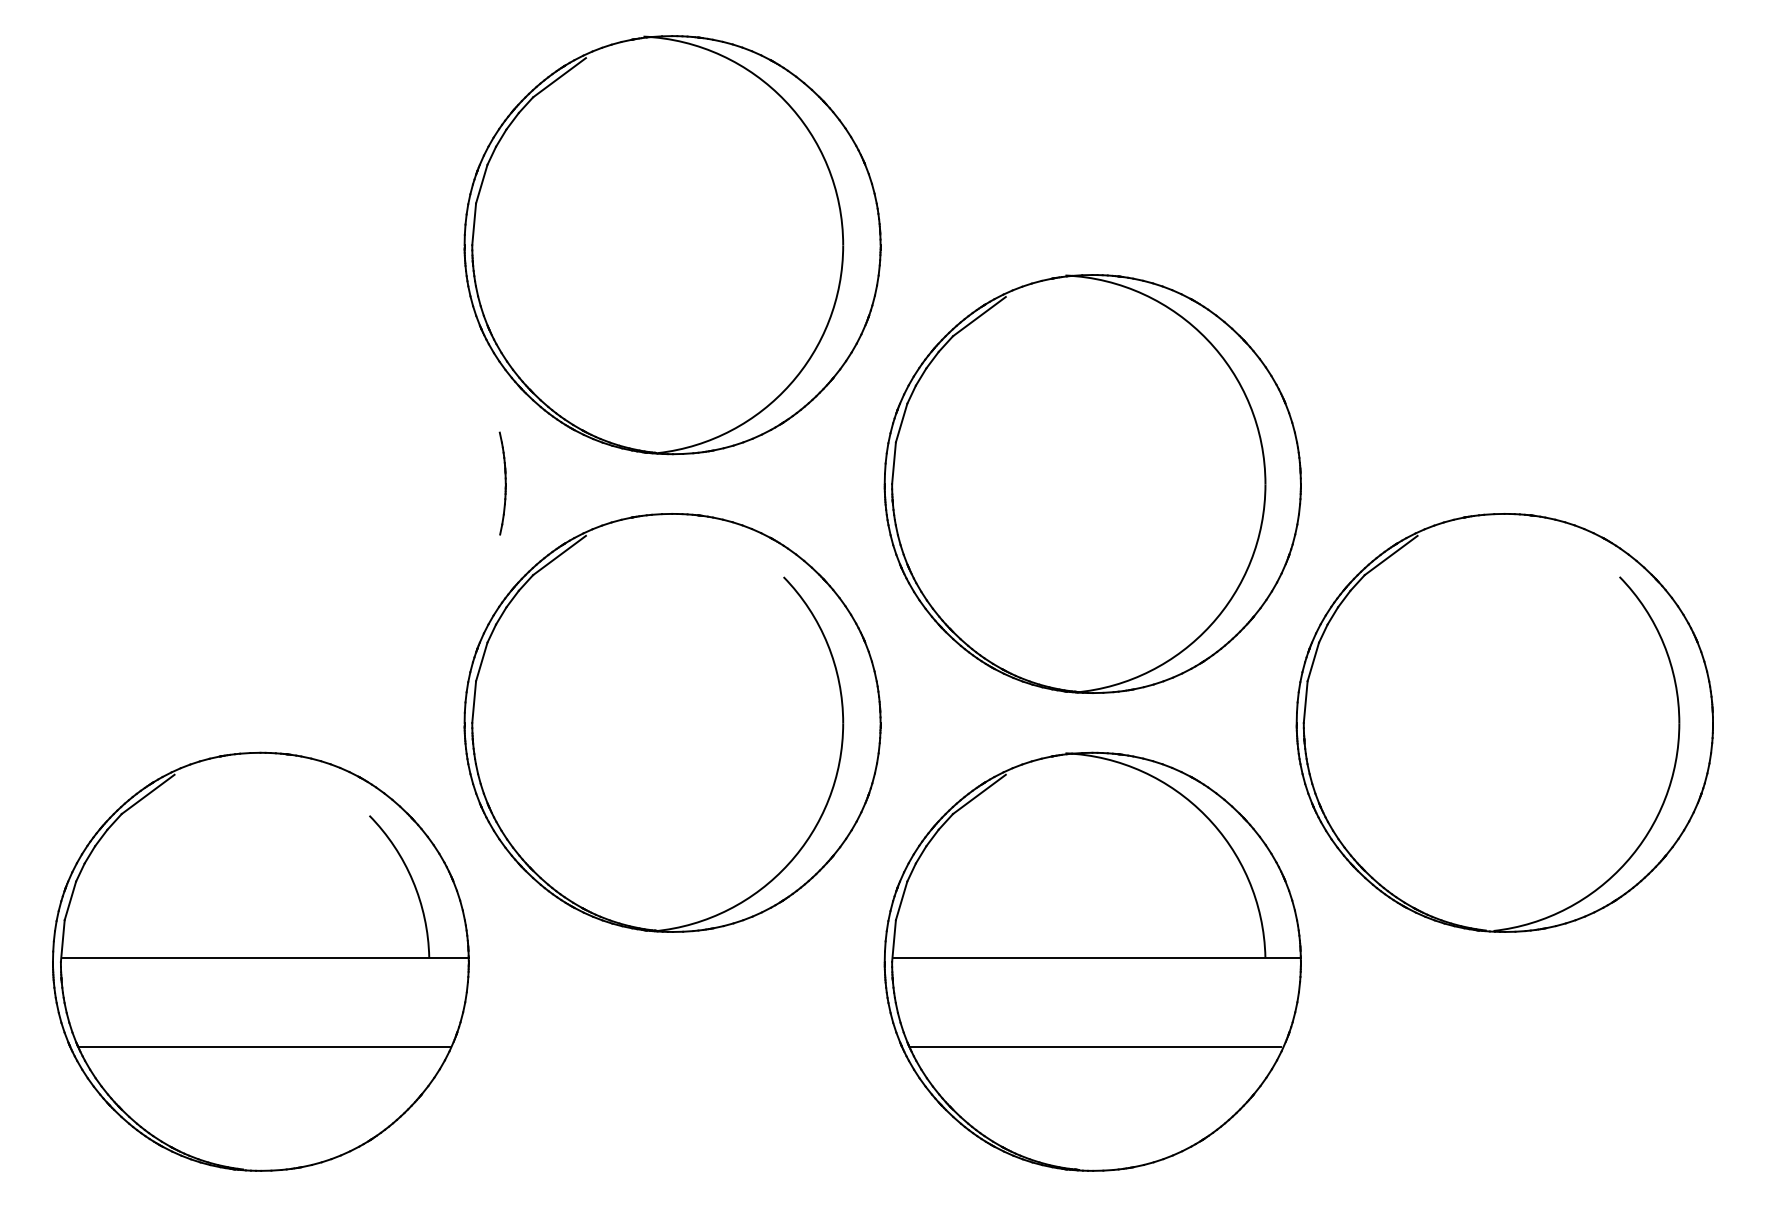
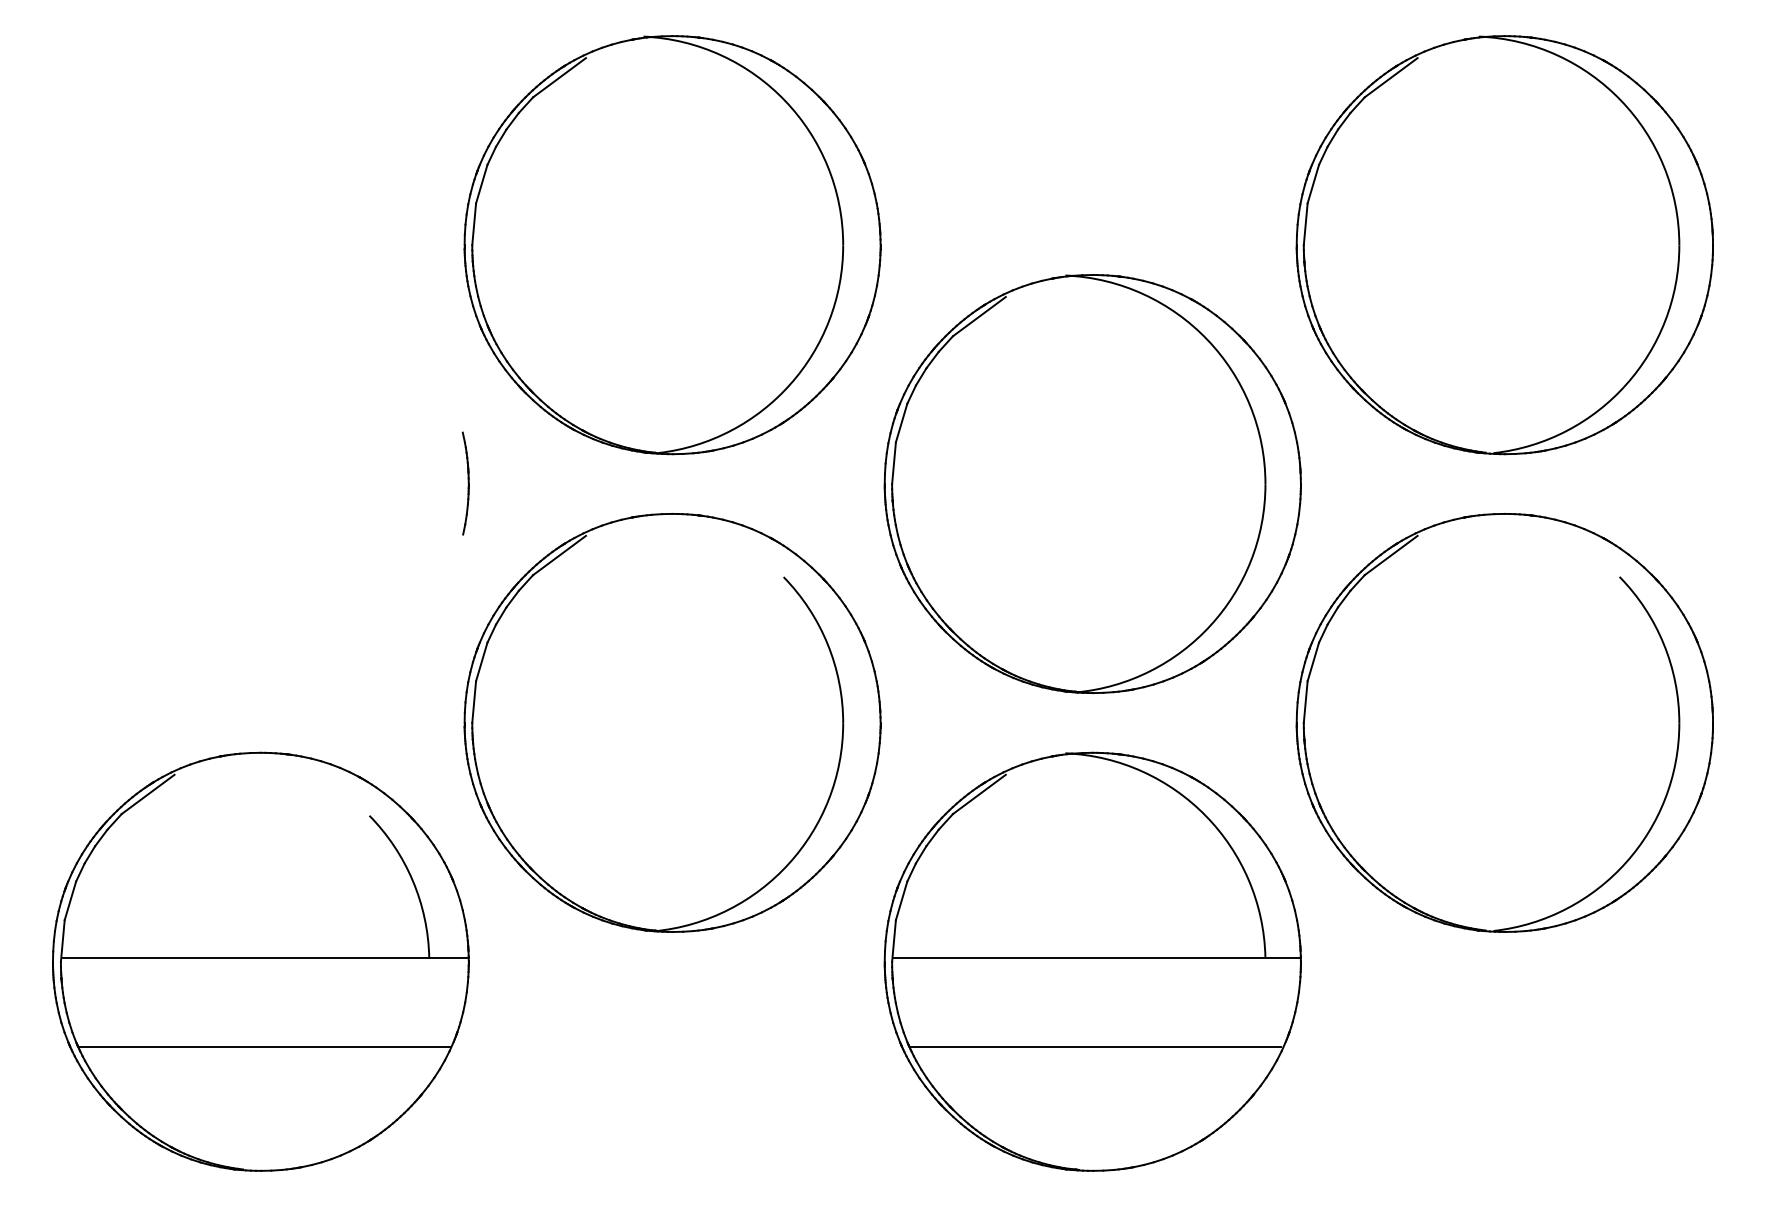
part at (1504, 245): none -> present
part at (502, 483) position: (502, 483) -> (465, 483)
